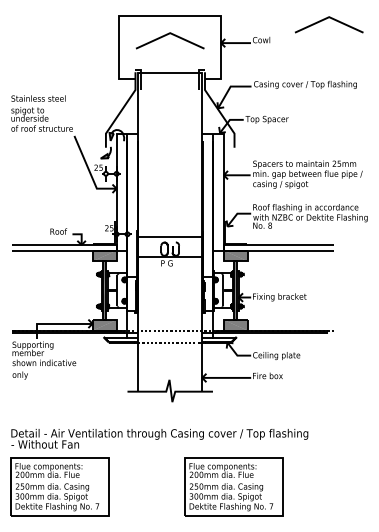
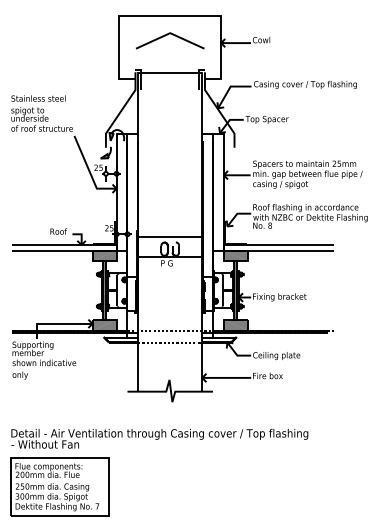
line at (331, 19): present -> none
part at (233, 486): present -> none
